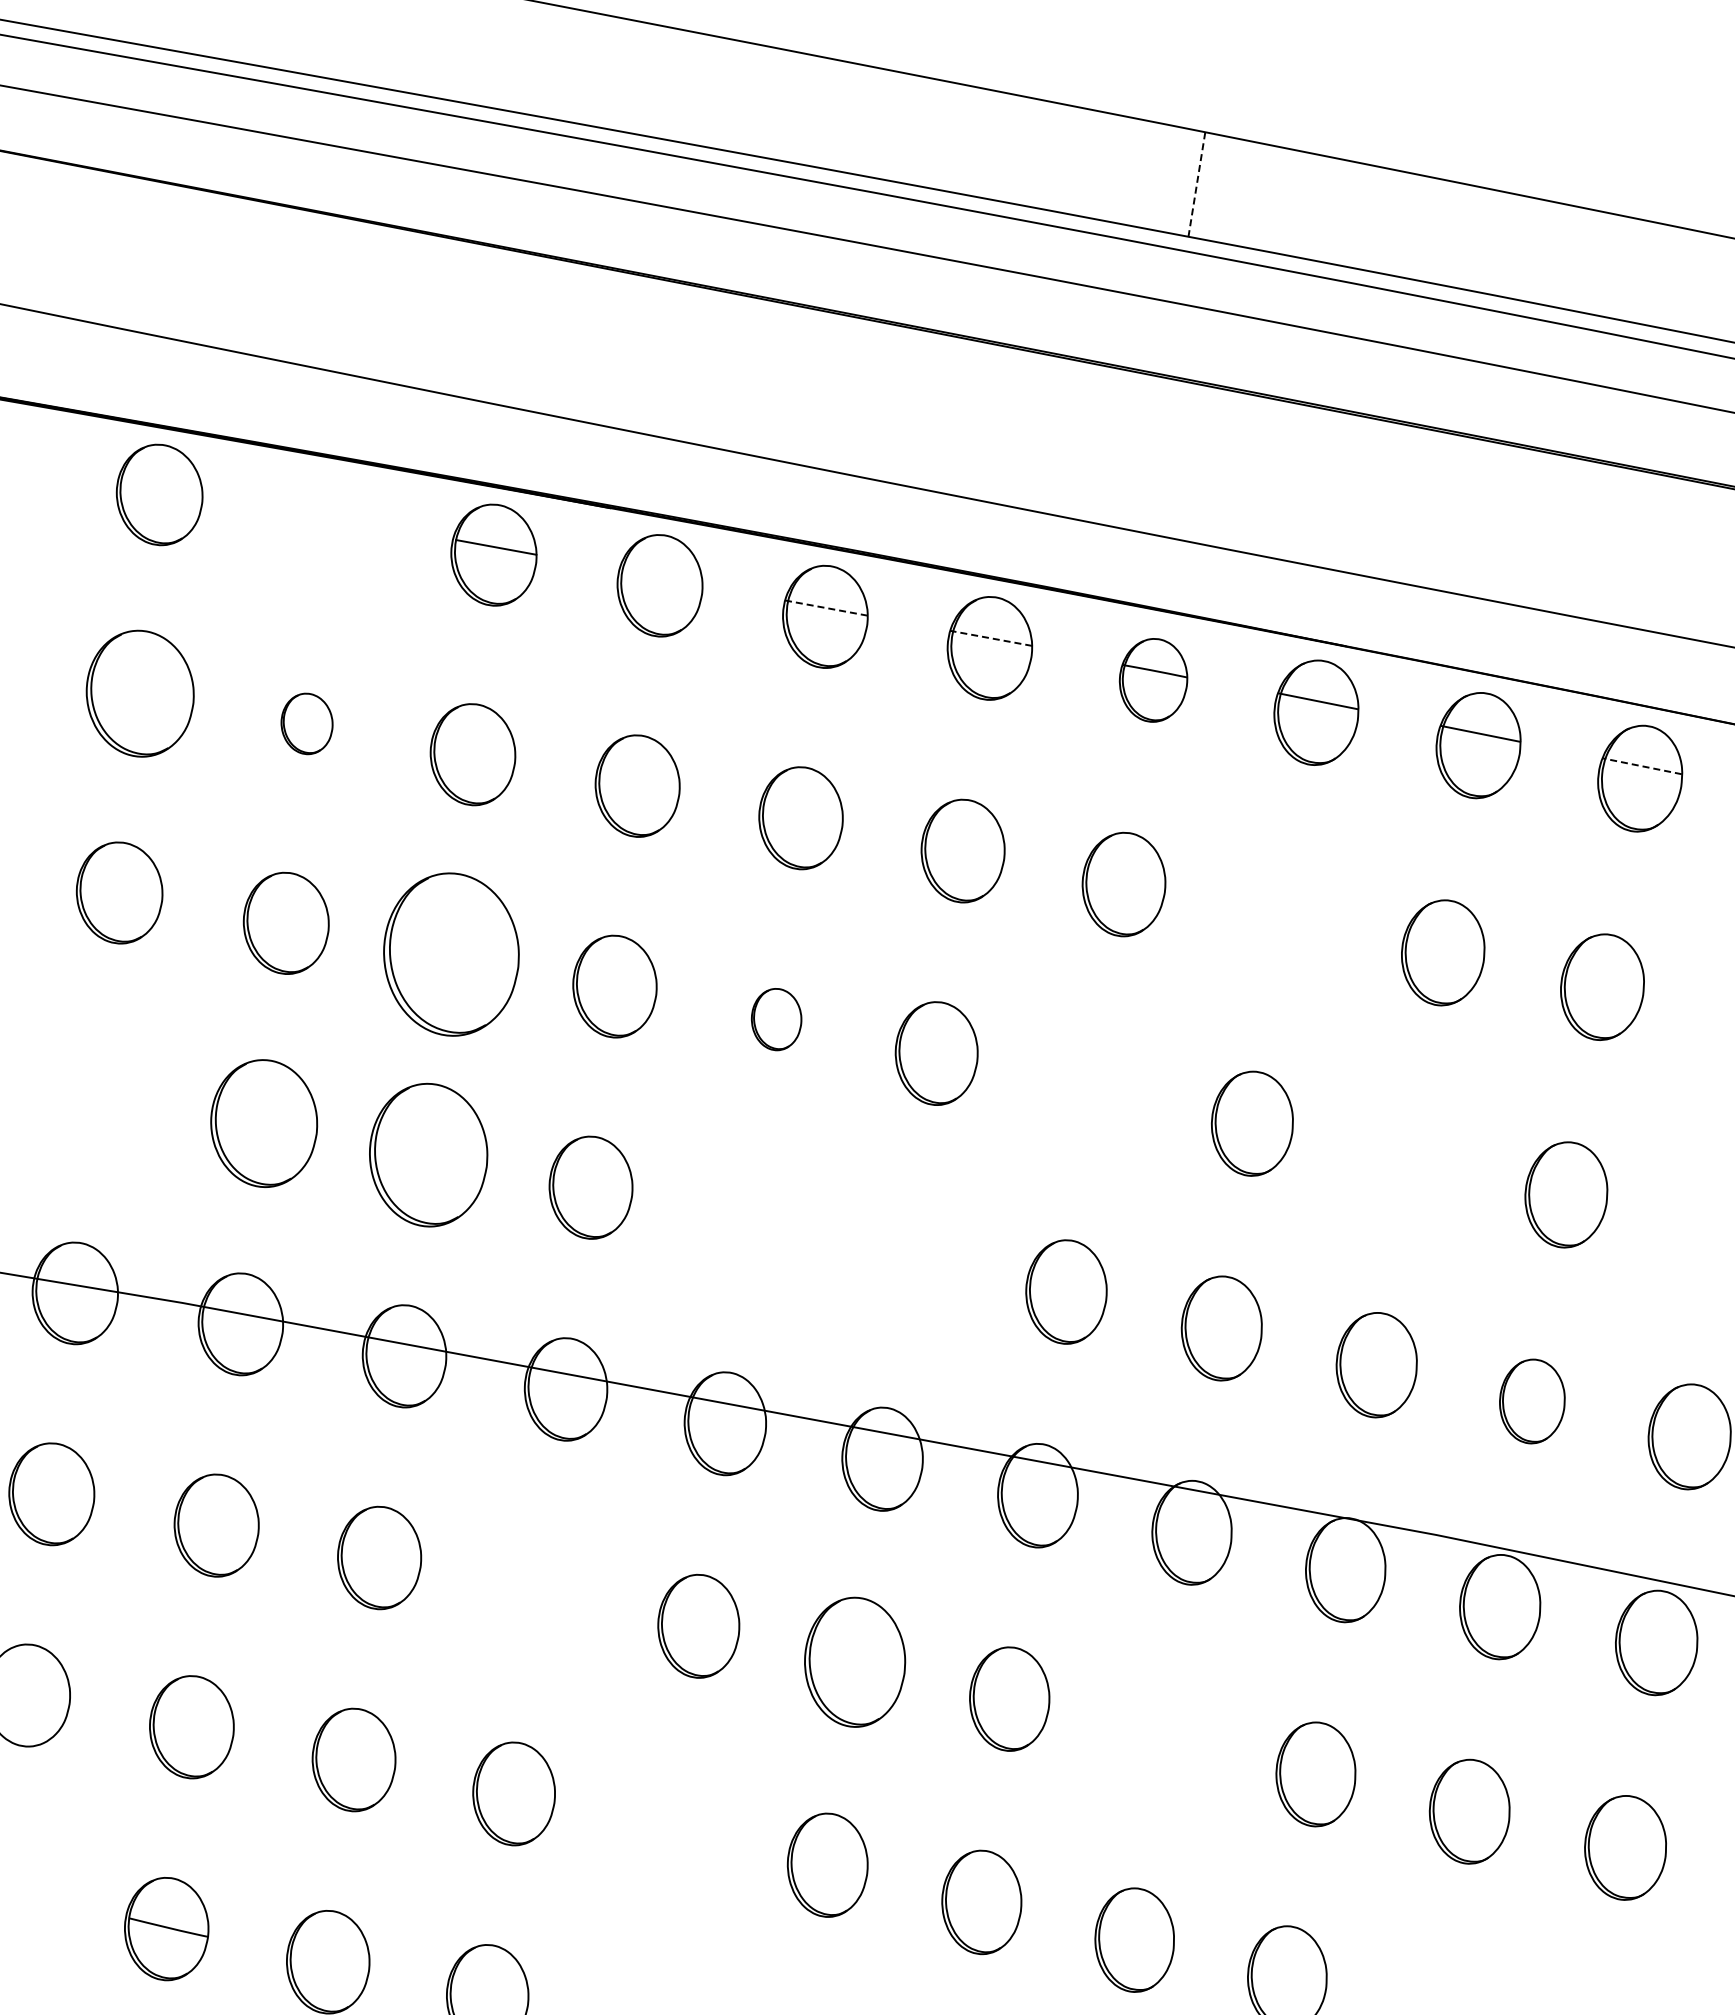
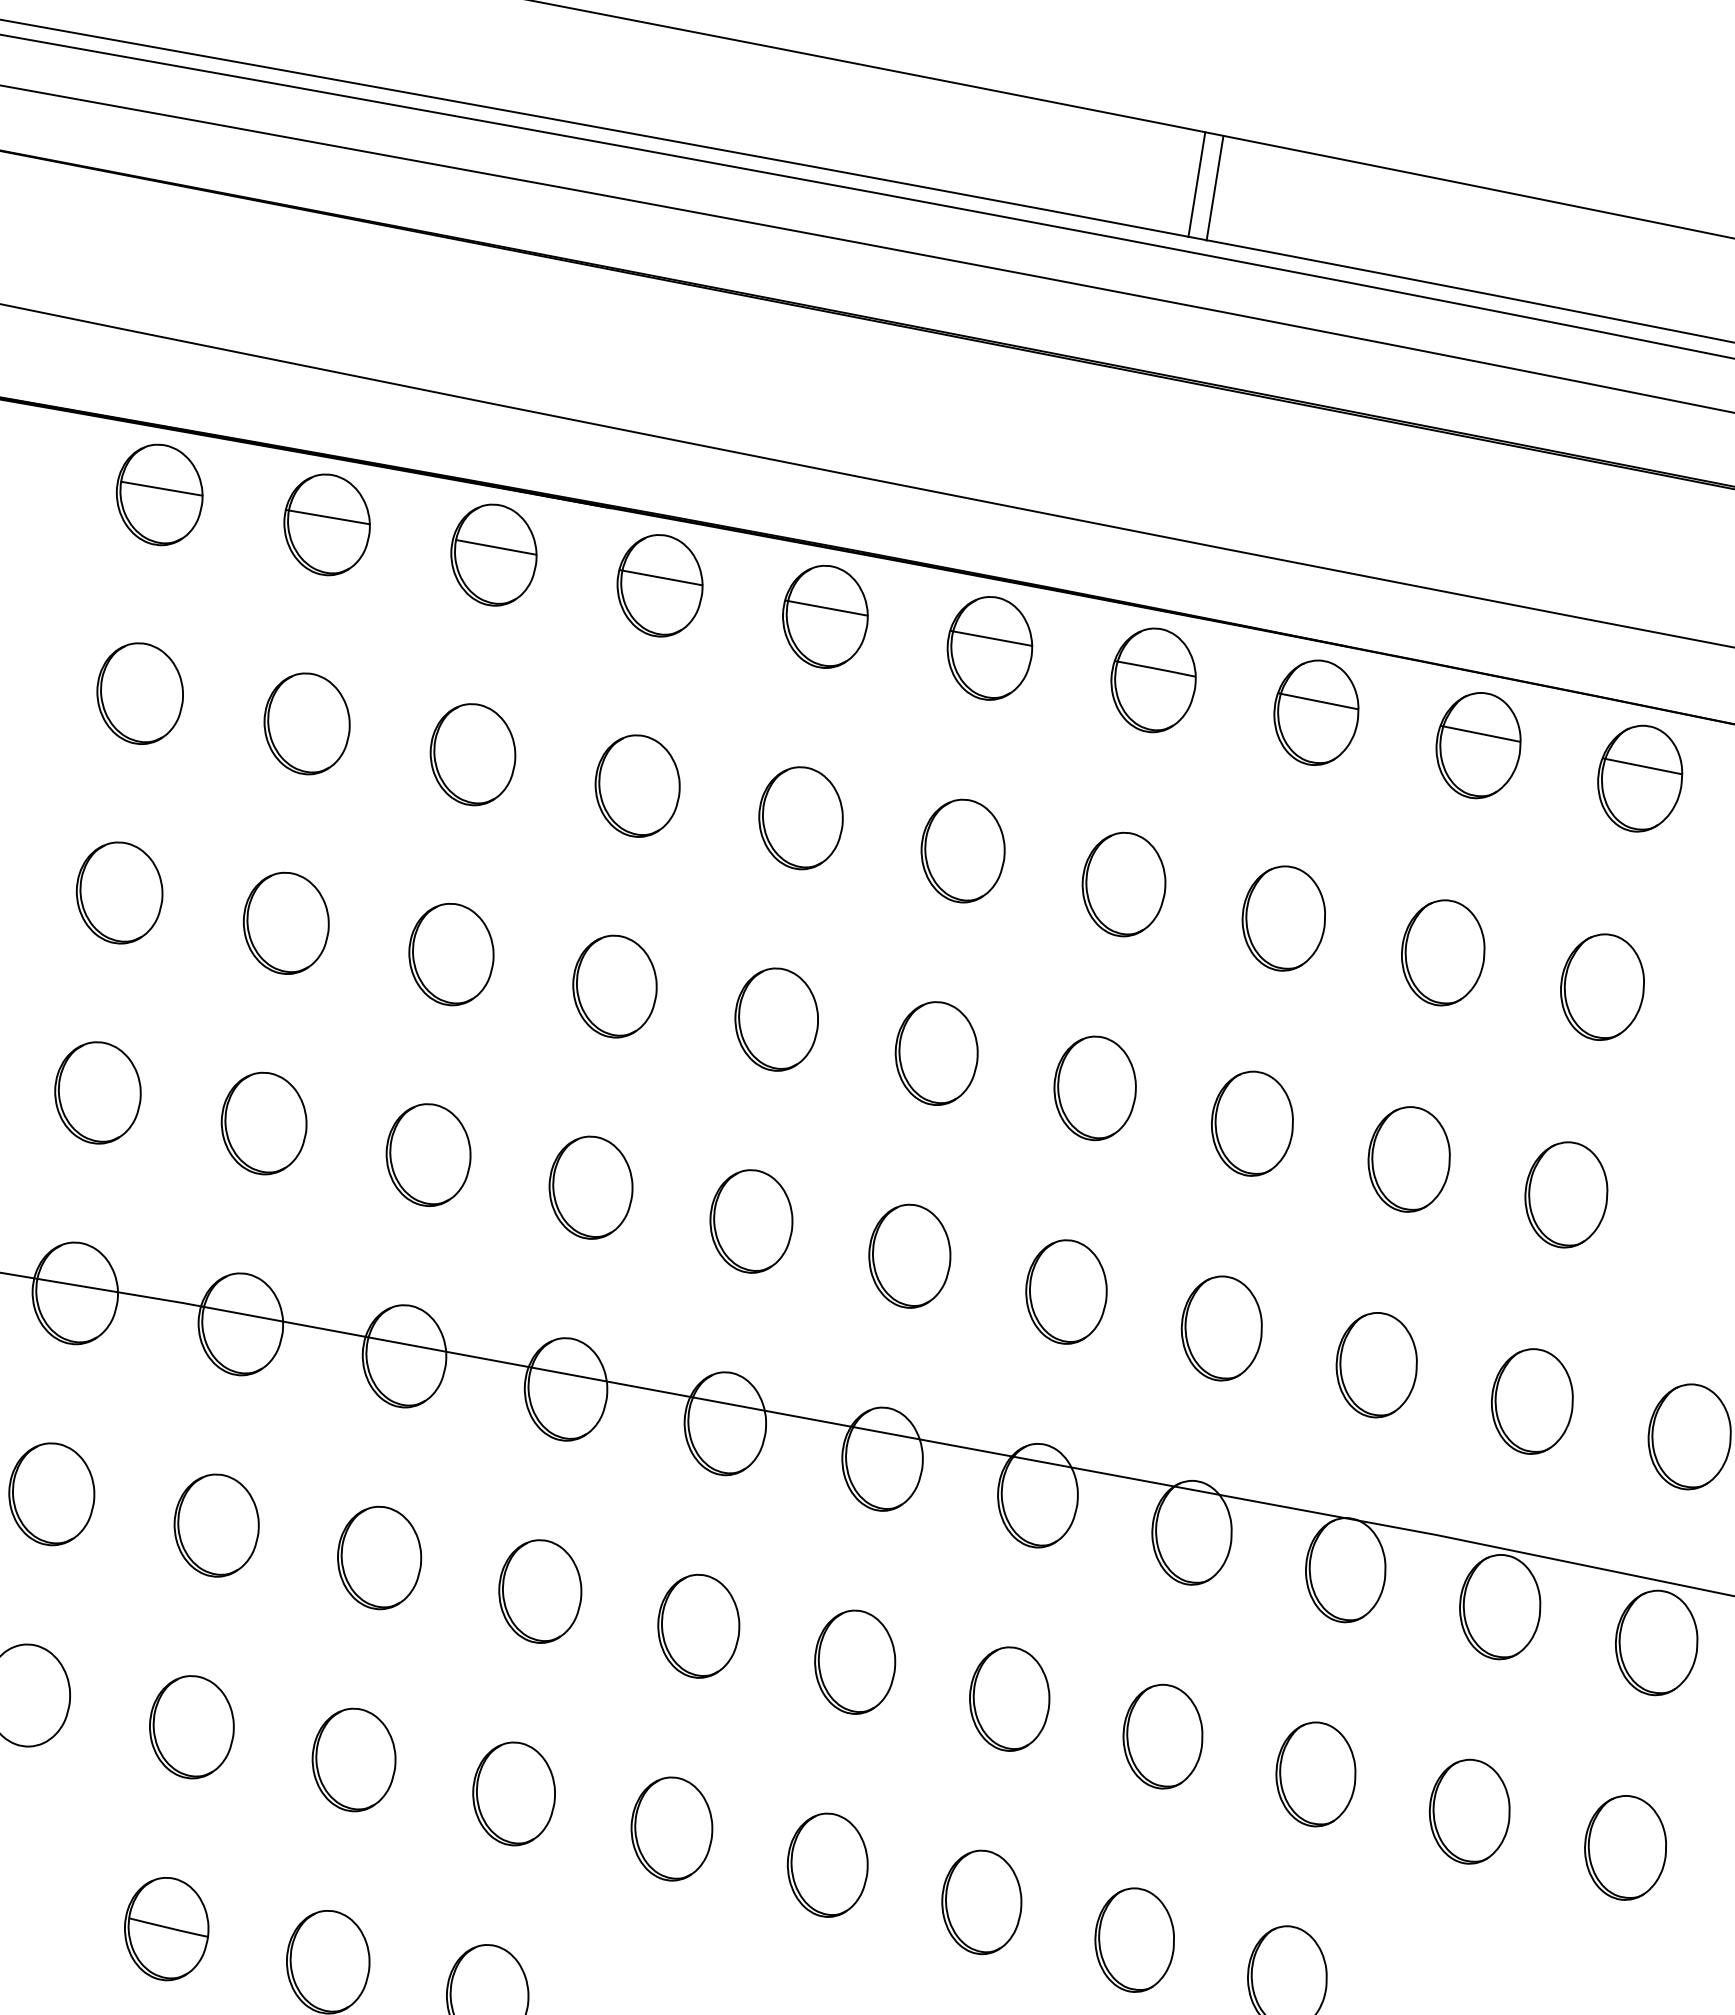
line at (1196, 185): dashed -> solid
line at (1214, 188): none -> present
line at (161, 488): none -> present
part at (326, 524): none -> present
line at (660, 577): none -> present
line at (826, 608): dashed -> solid
line at (990, 638): dashed -> solid
part at (1153, 680) size: 71x85 px -> 87x107 px
part at (139, 693) size: 110x129 px -> 88x103 px
part at (306, 723) size: 54x64 px -> 88x104 px
line at (1641, 766): dashed -> solid
part at (1283, 918): none -> present
part at (451, 954) size: 137x165 px -> 87x105 px
part at (776, 1019) size: 52x64 px -> 85x105 px
part at (1094, 1088): none -> present
part at (97, 1092): none -> present
part at (264, 1123) size: 109x129 px -> 88x105 px
part at (428, 1154) size: 120x146 px -> 87x104 px
part at (1408, 1159): none -> present
part at (751, 1221): none -> present
part at (909, 1255): none -> present
part at (1532, 1401) size: 67x87 px -> 83x107 px
part at (540, 1591): none -> present
part at (855, 1661) size: 103x132 px -> 83x106 px
part at (1162, 1736): none -> present
part at (671, 1828): none -> present
